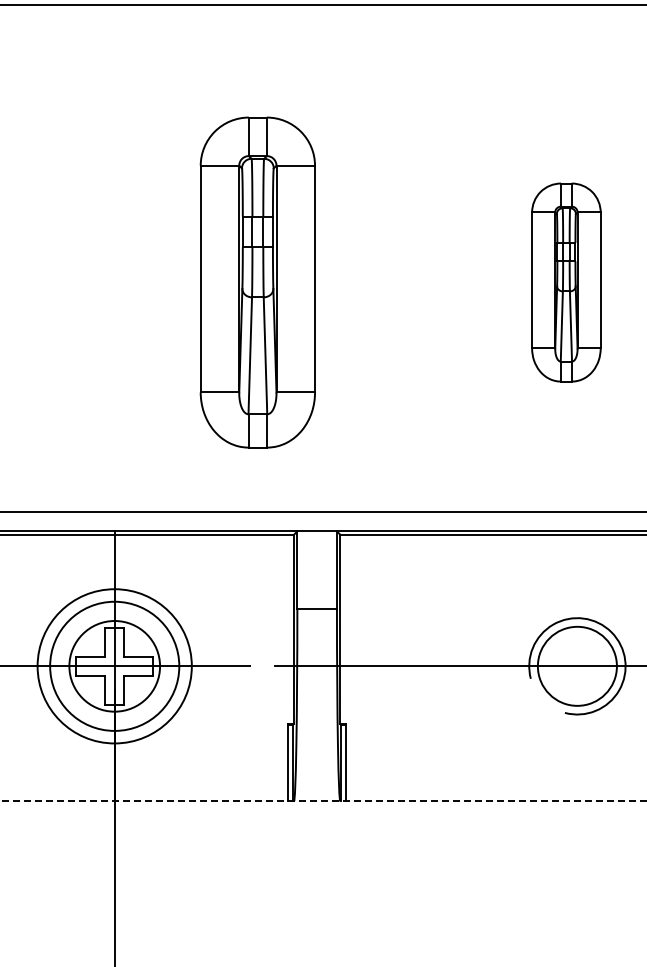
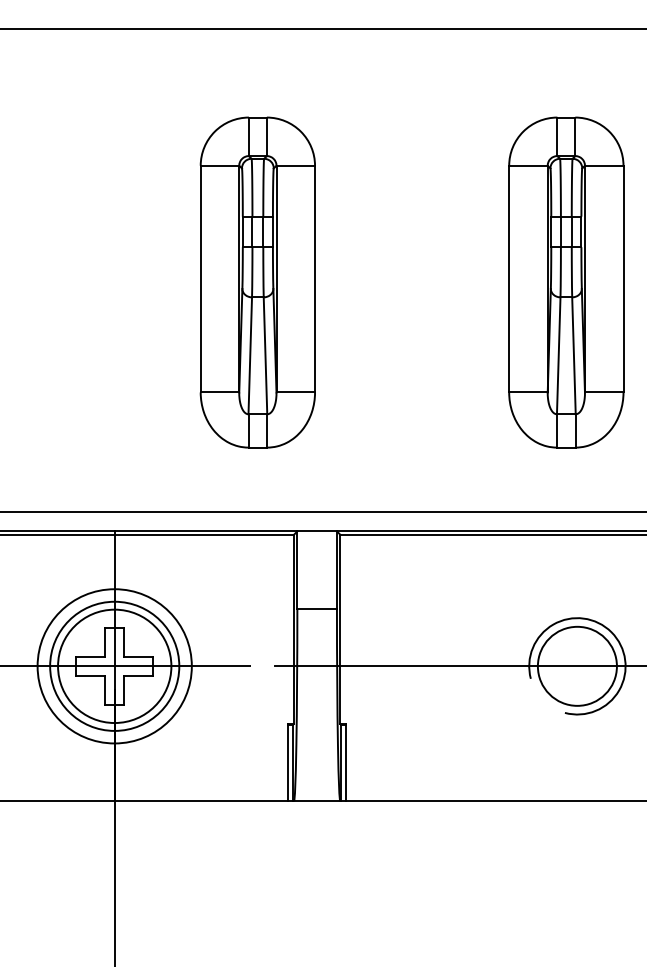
line at (322, 5) position: (322, 5) -> (322, 29)
part at (566, 282) size: 71x201 px -> 117x333 px
circle at (114, 666) diameter: 91 px -> 113 px
line at (323, 801): dashed -> solid
